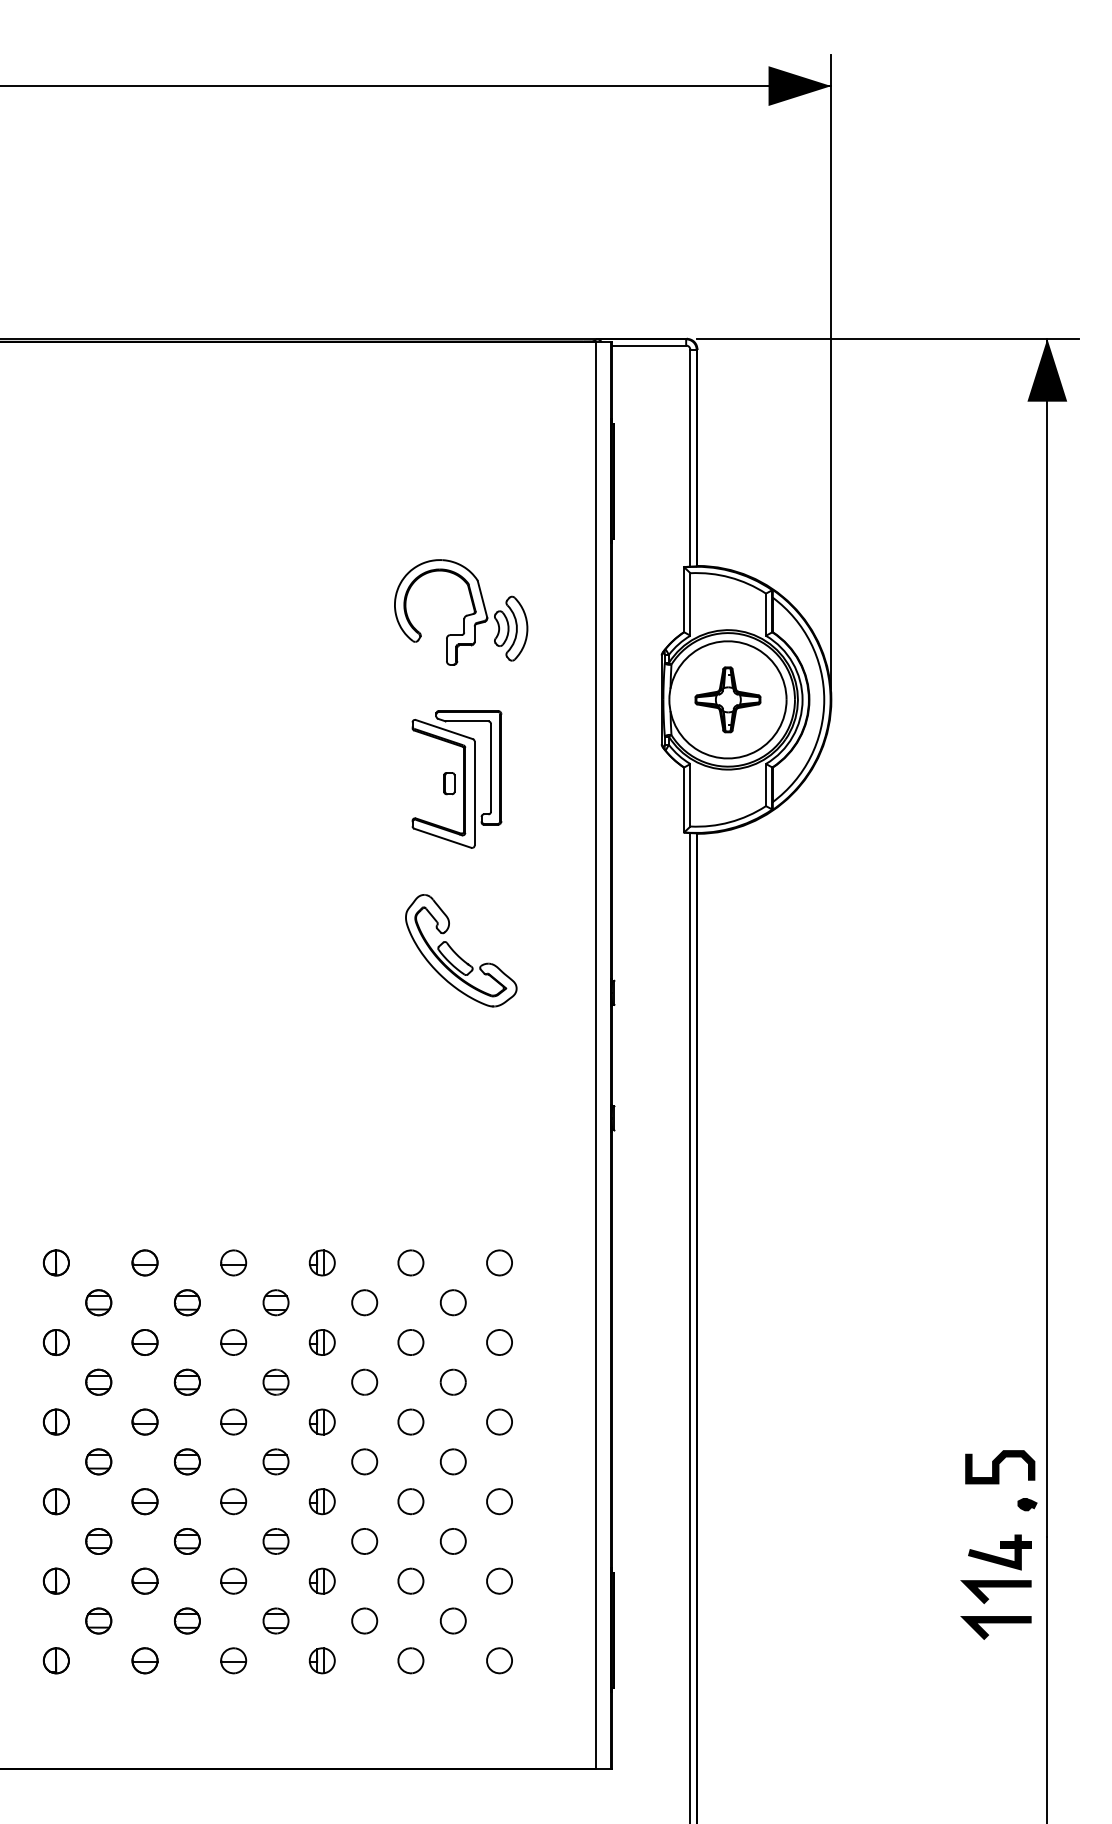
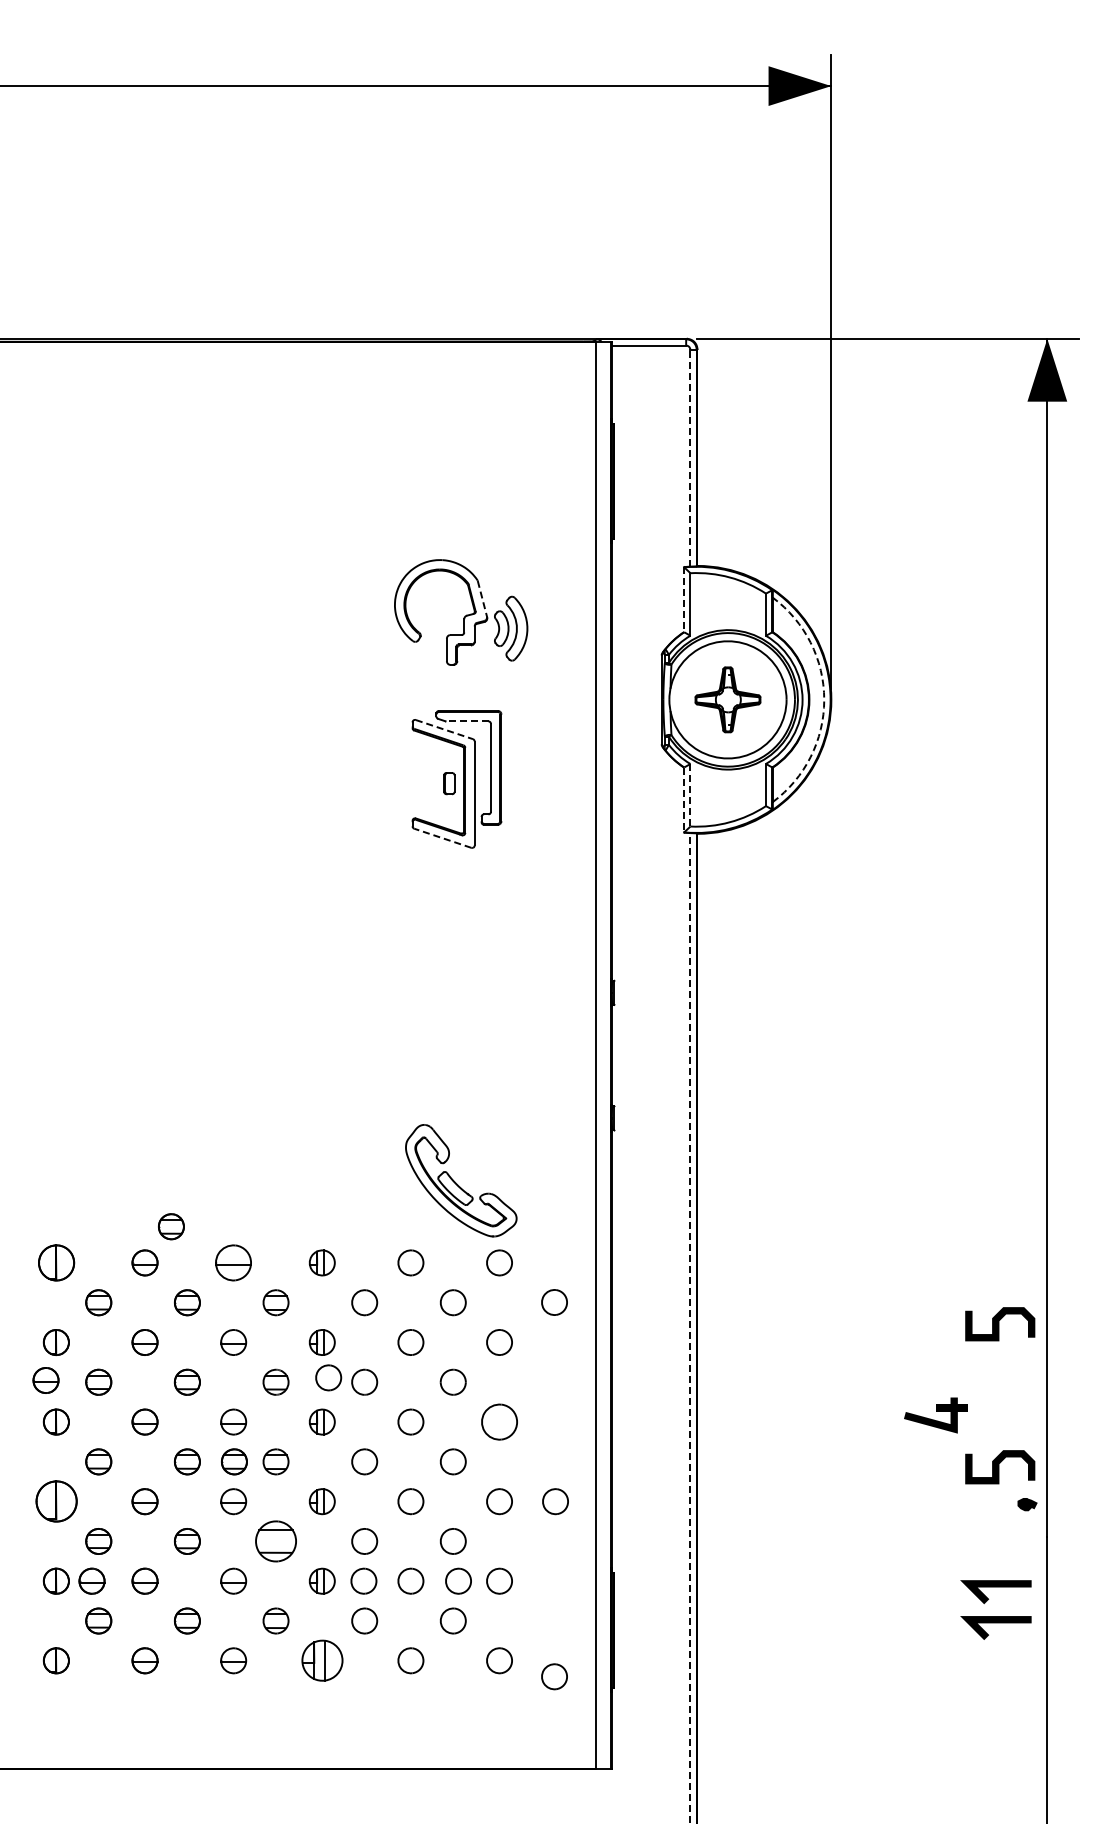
line at (690, 457): solid -> dashed
line at (482, 599): solid -> dashed
line at (684, 600): solid -> dashed
arc at (824, 699): solid -> dashed
line at (466, 721): solid -> dashed
line at (444, 729): solid -> dashed
line at (690, 795): solid -> dashed
line at (684, 800): solid -> dashed
line at (442, 838): solid -> dashed
part at (461, 950) position: (461, 950) -> (461, 1180)
part at (171, 1226): none -> present
part at (55, 1262) size: 28x28 px -> 38x38 px
part at (233, 1262) size: 28x28 px -> 37x38 px
part at (554, 1302): none -> present
curve at (999, 1324): none -> present
line at (690, 1328): solid -> dashed
part at (328, 1377): none -> present
part at (45, 1380): none -> present
part at (499, 1421) size: 27x28 px -> 37x38 px
part at (234, 1461): none -> present
part at (55, 1501) size: 28x28 px -> 43x43 px
part at (555, 1501): none -> present
part at (275, 1541) size: 28x27 px -> 42x43 px
part at (999, 1552) position: (999, 1552) -> (935, 1415)
part at (91, 1580): none -> present
part at (363, 1580): none -> present
part at (458, 1580): none -> present
part at (321, 1660) size: 28x28 px -> 43x43 px
part at (554, 1676): none -> present
